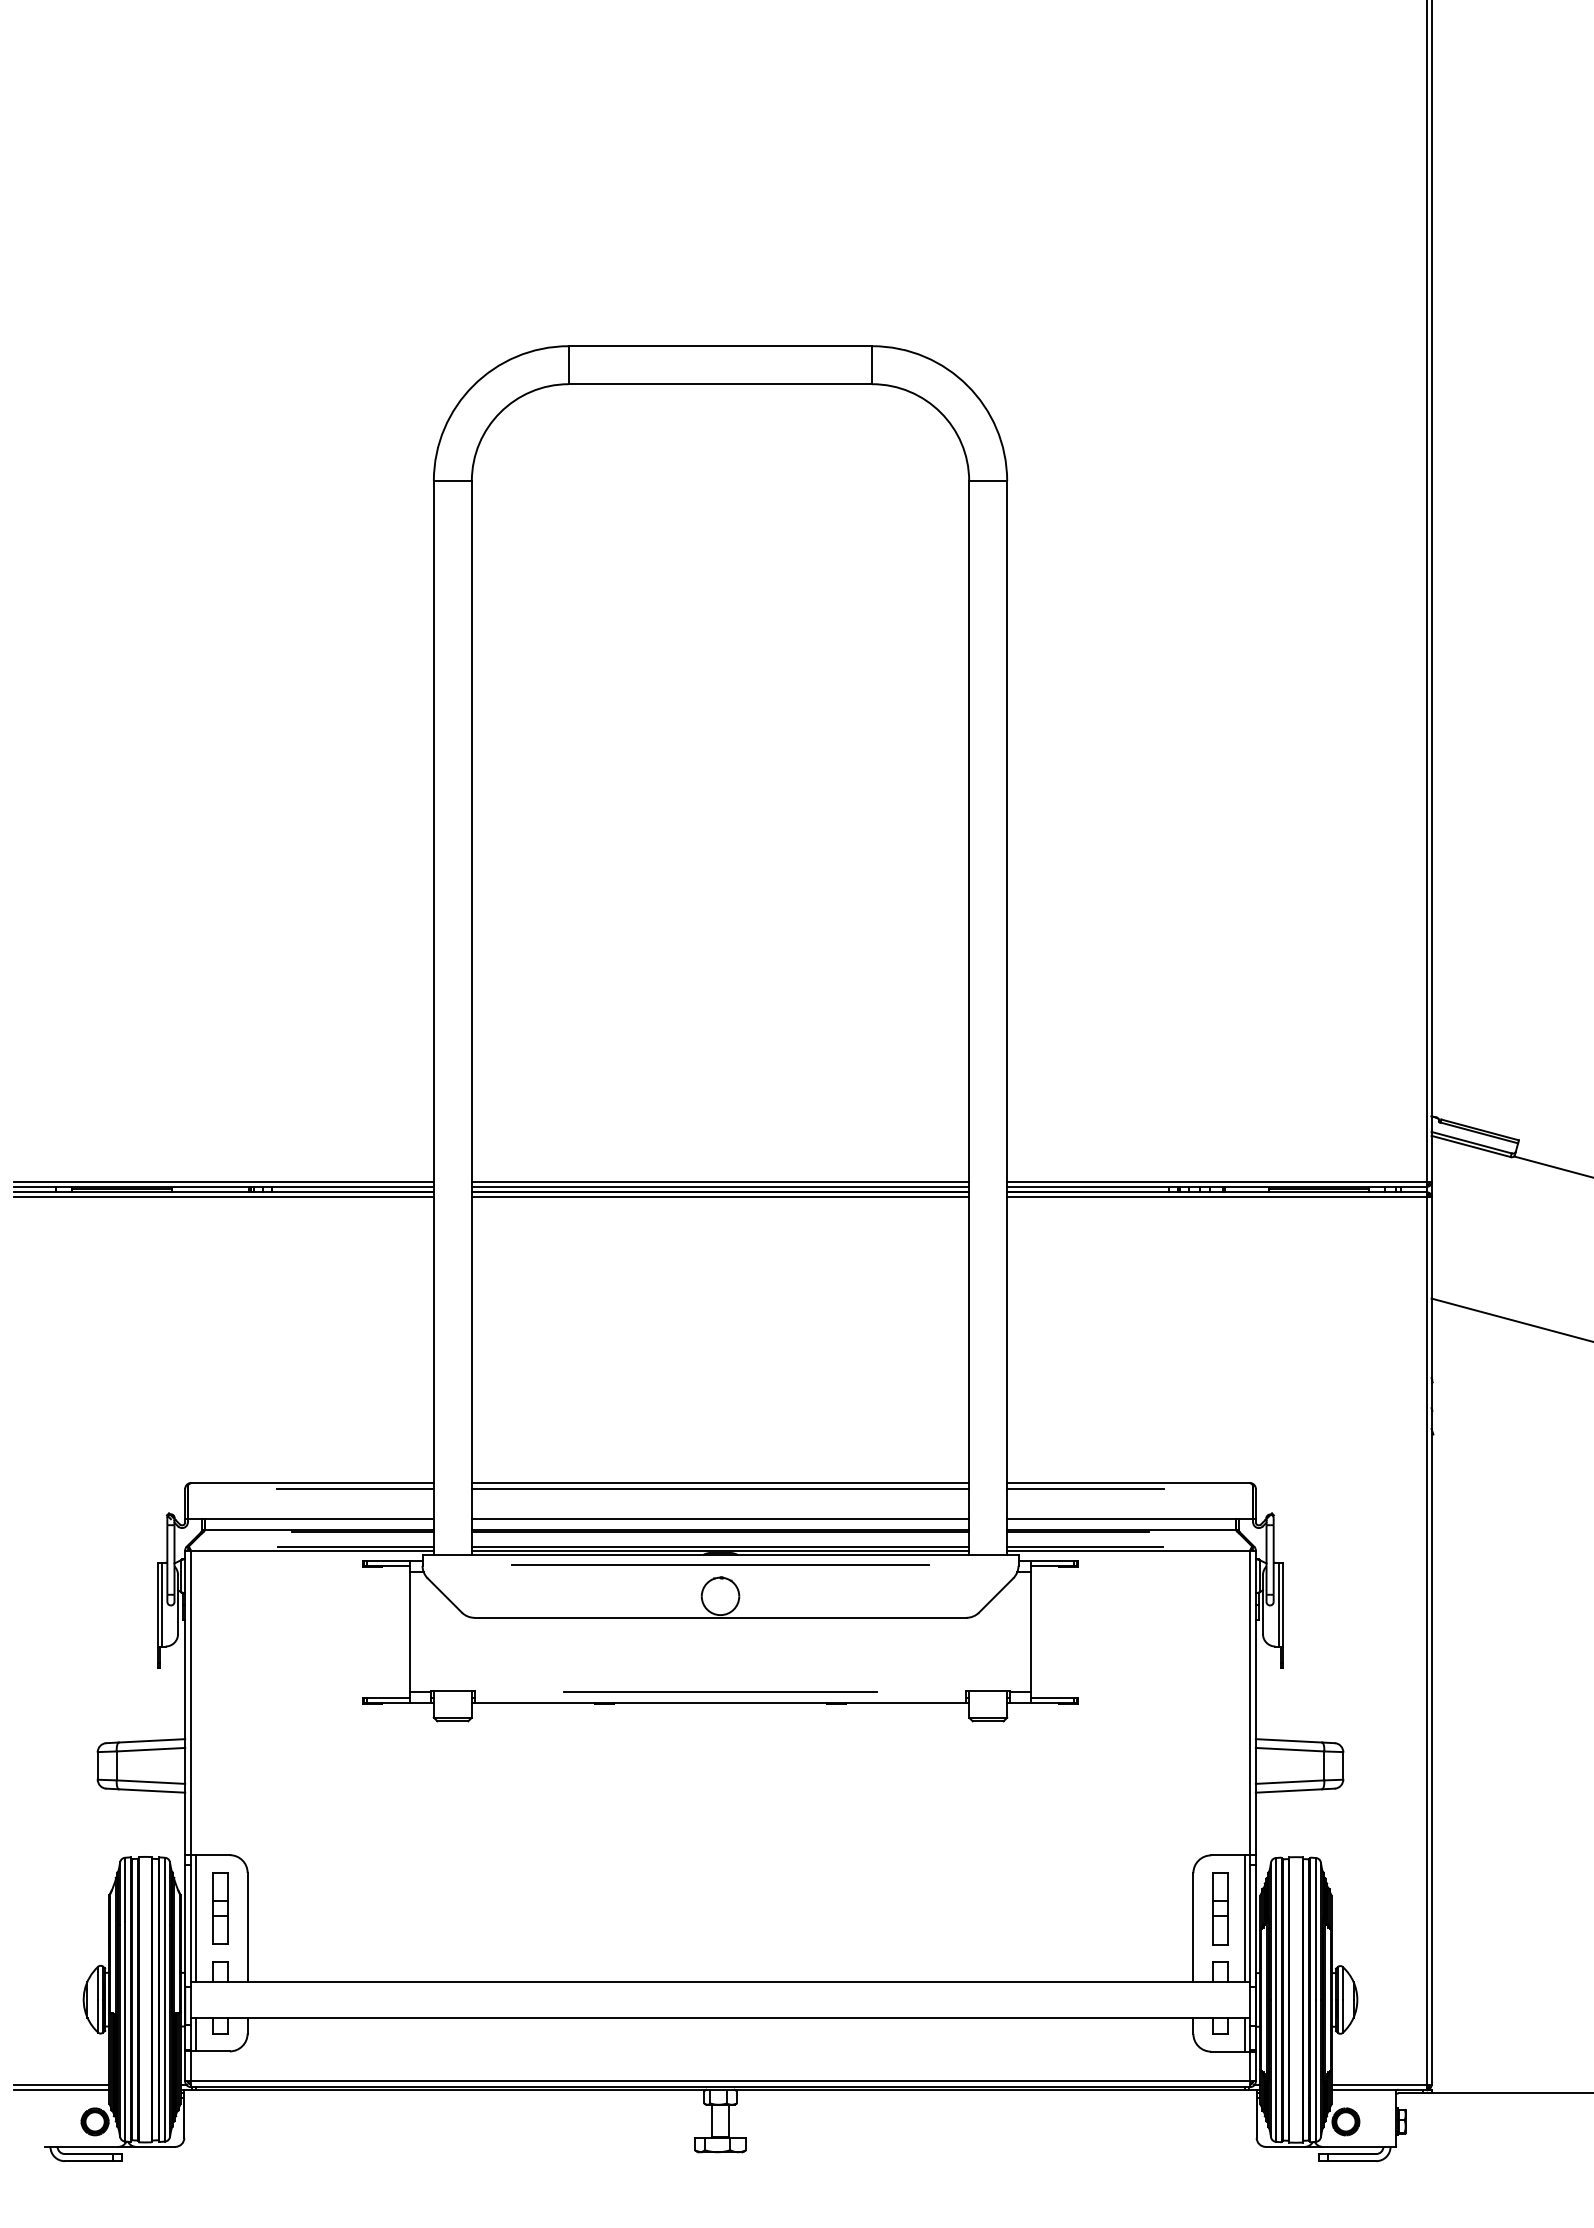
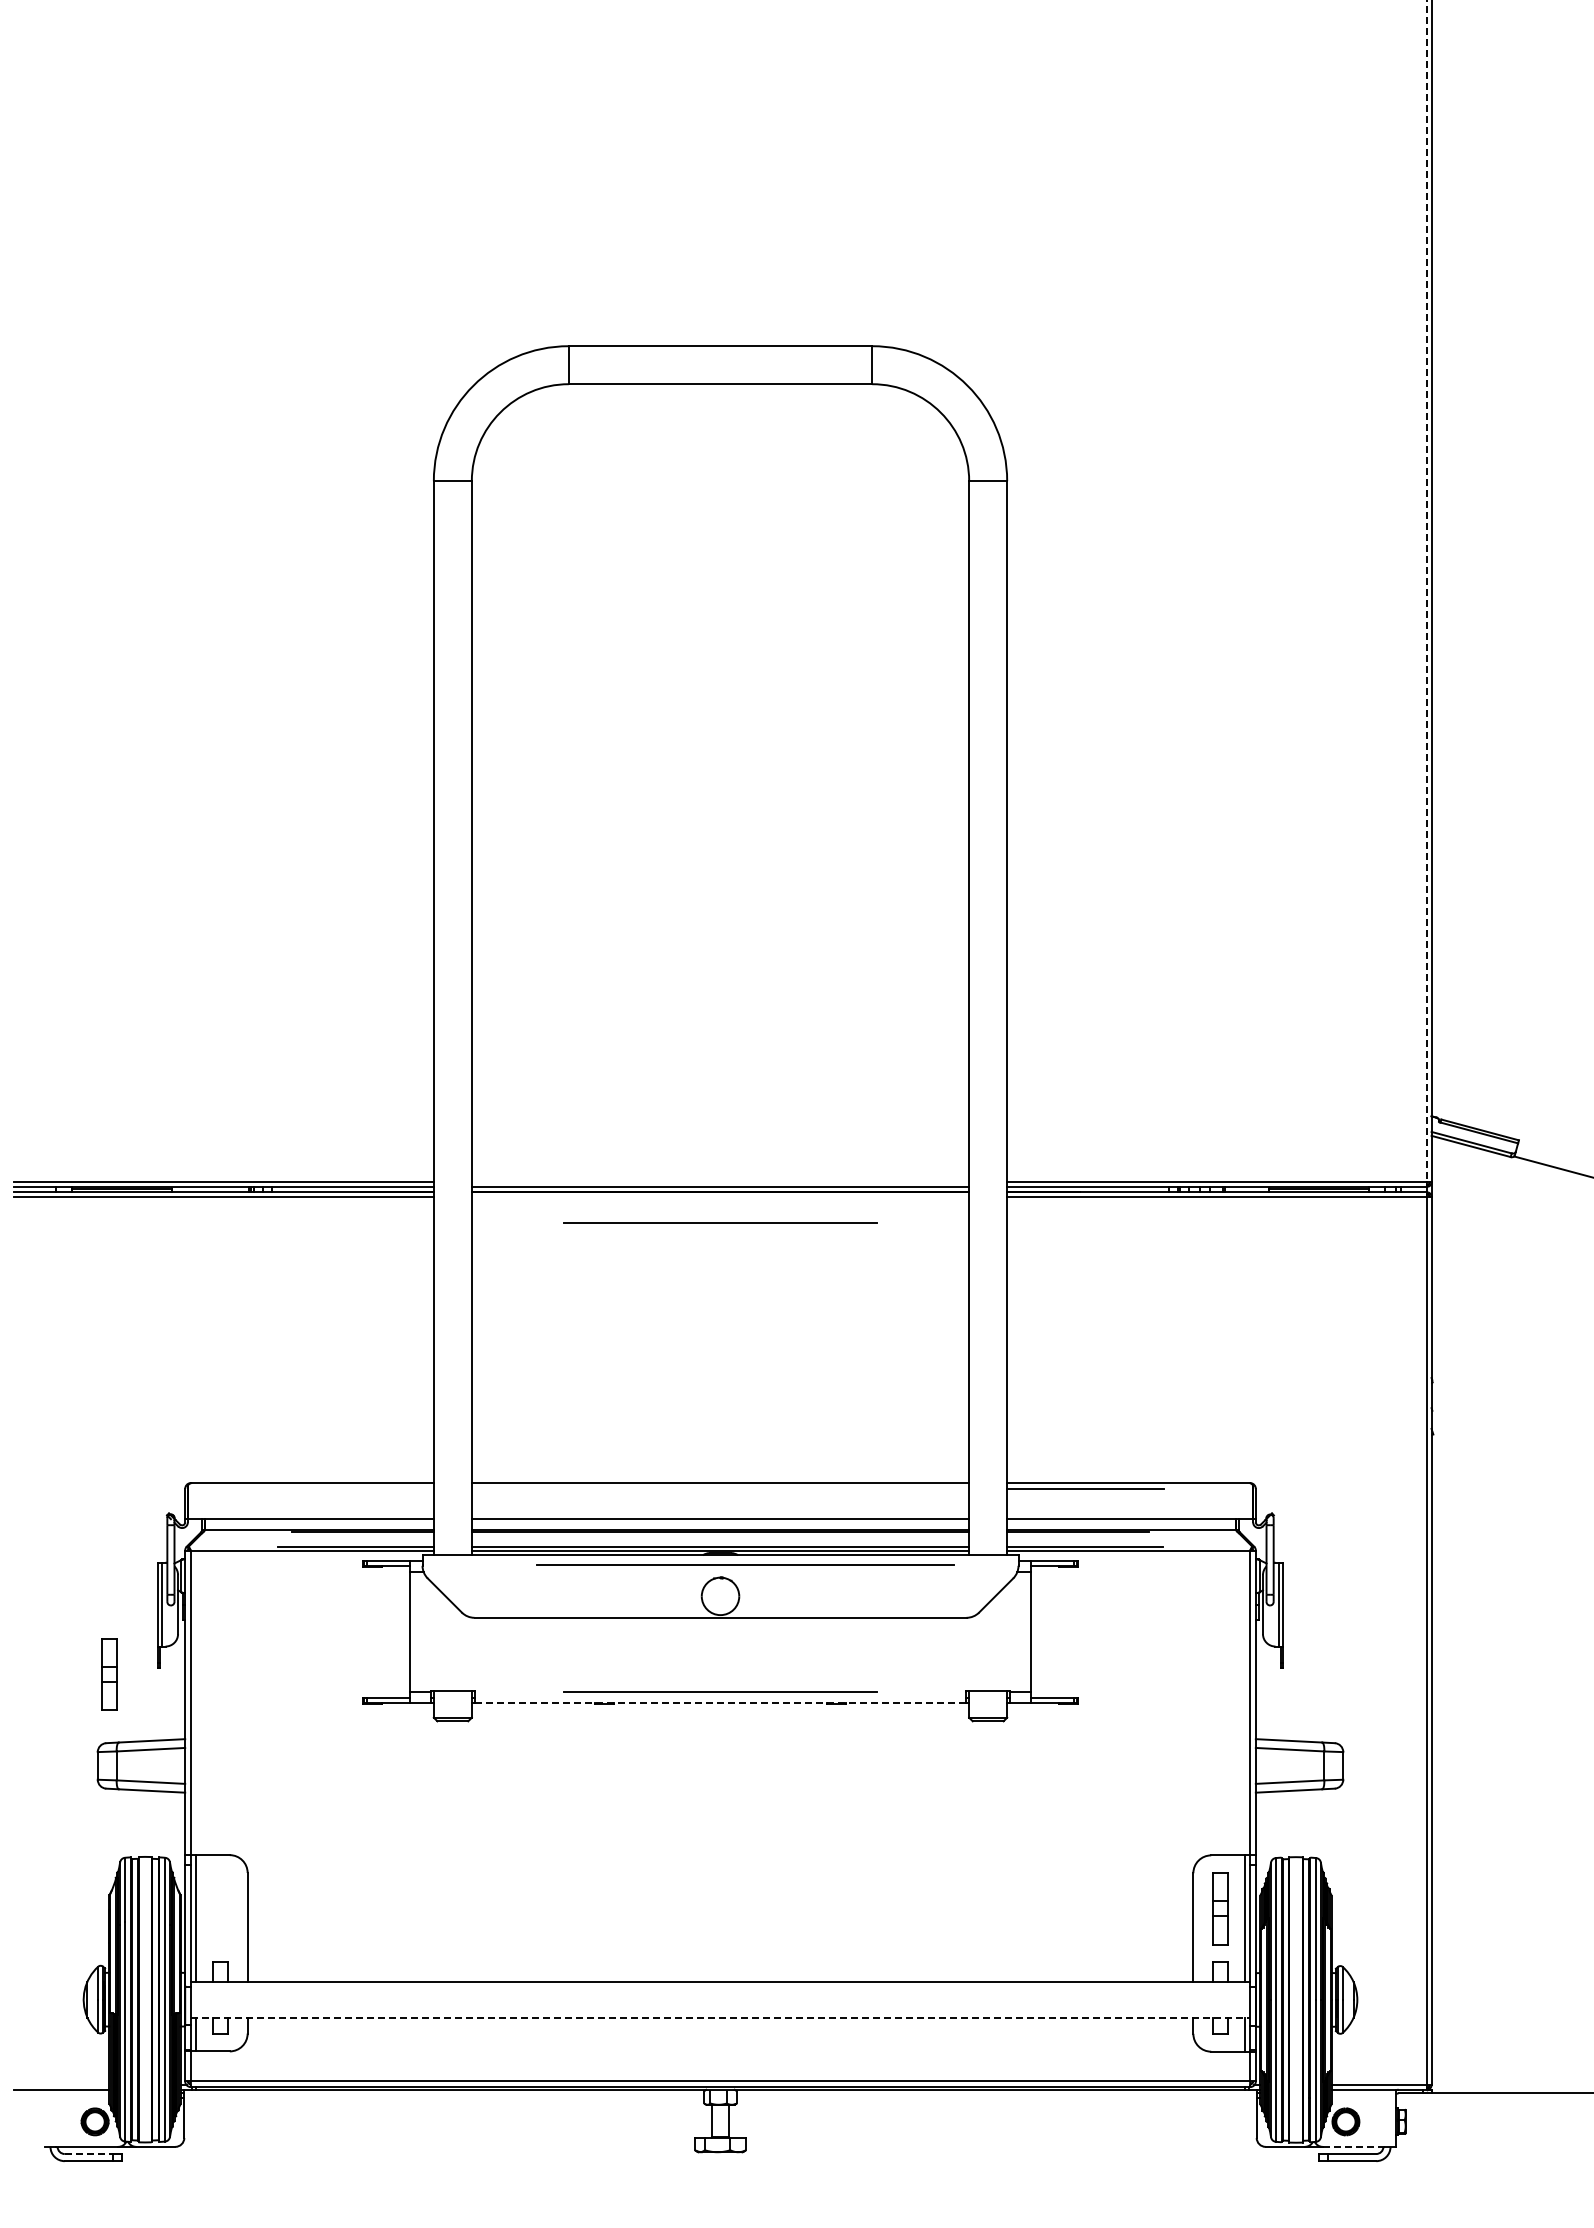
line at (1426, 591): solid -> dashed
line at (720, 1182): present -> none
line at (720, 1196): present -> none
line at (720, 1222): none -> present
line at (1510, 1319): present -> none
line at (355, 1488): present -> none
line at (720, 1488): present -> none
line at (720, 1564) position: (720, 1564) -> (745, 1564)
line at (720, 1703): solid -> dashed
part at (220, 1908) position: (220, 1908) -> (109, 1674)
line at (720, 2017): solid -> dashed
line at (61, 2085): present -> none
line at (1353, 2146): solid -> dashed
line at (89, 2154): solid -> dashed
